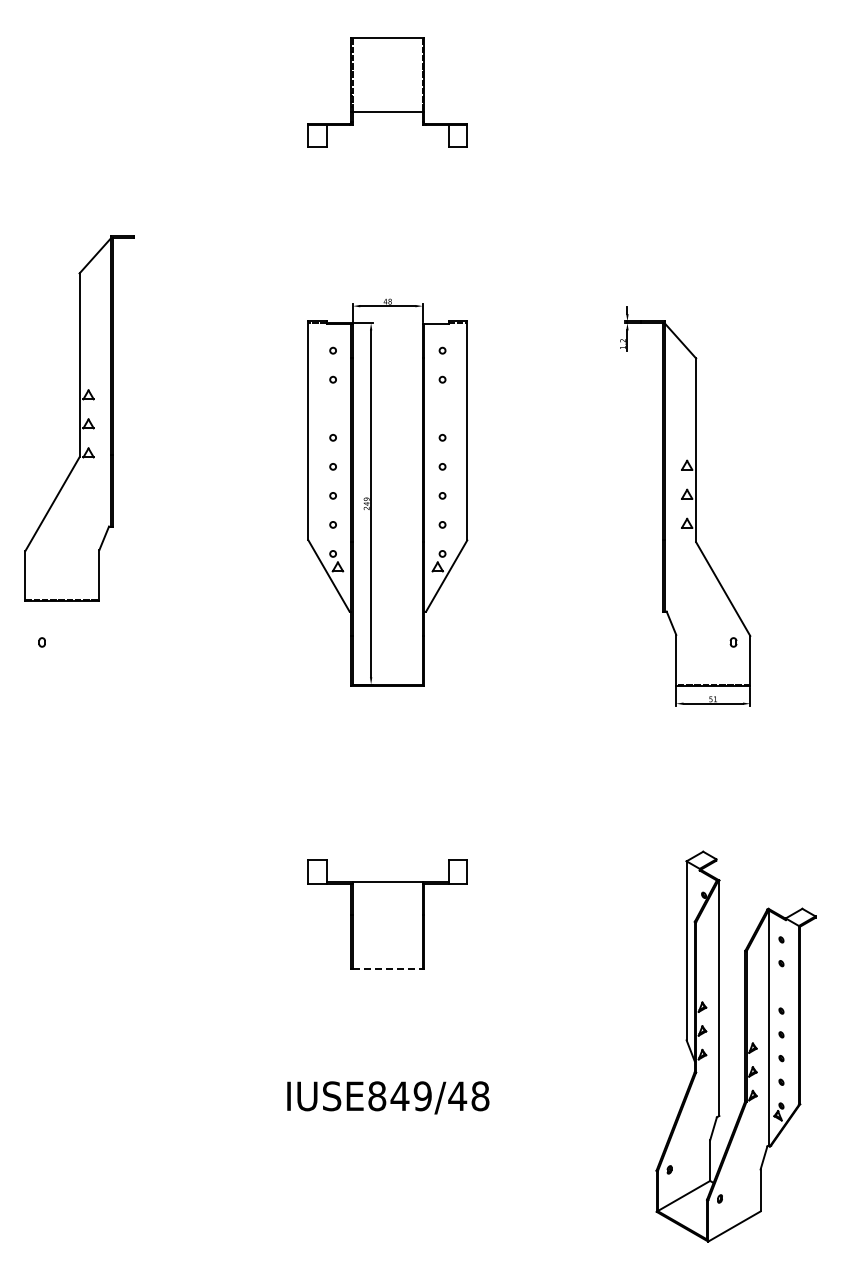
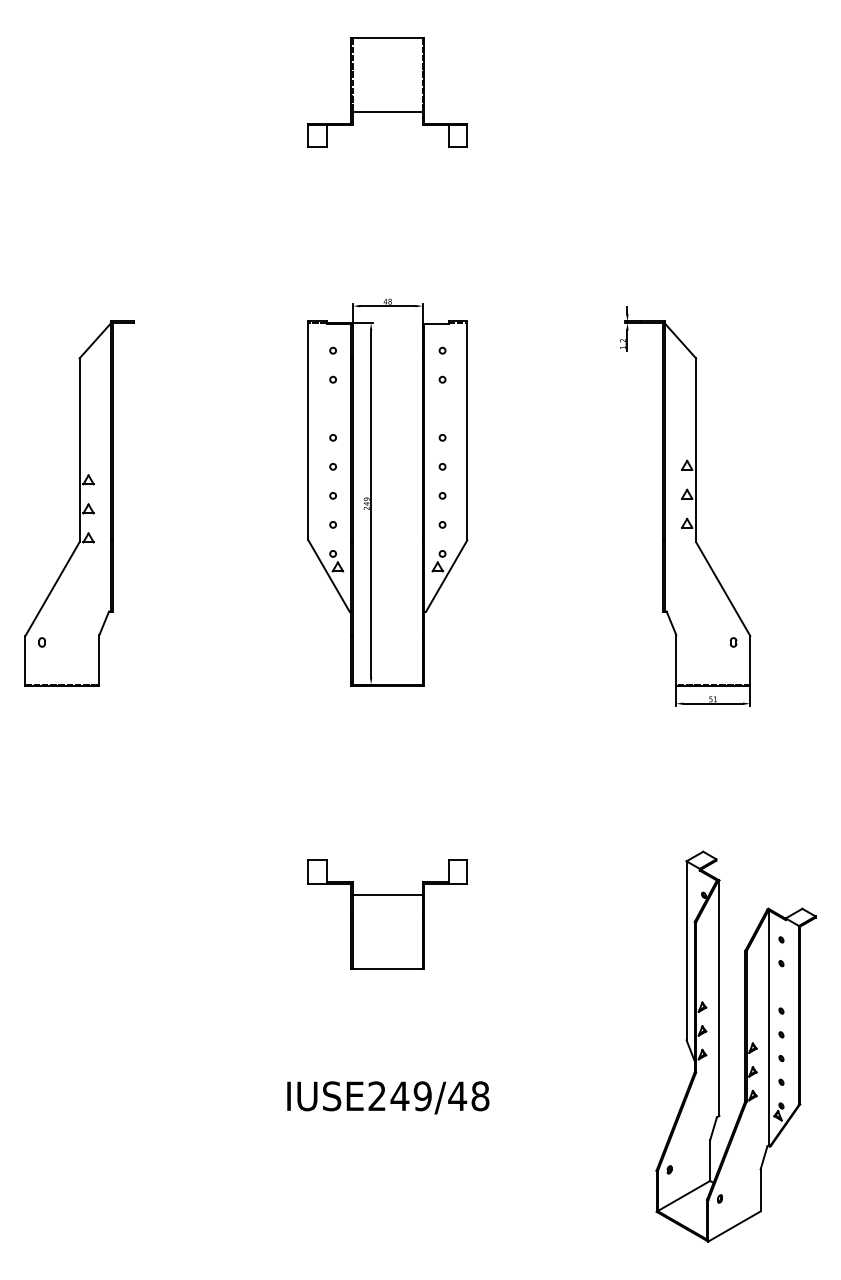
part at (79, 418) position: (79, 418) -> (79, 503)
line at (387, 882) position: (387, 882) -> (387, 895)
line at (387, 969): dashed -> solid
text at (377, 1096): IUSE849/48 -> IUSE249/48
